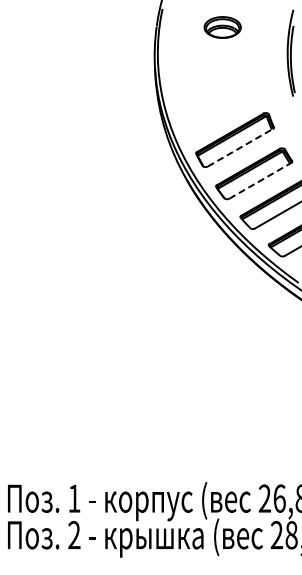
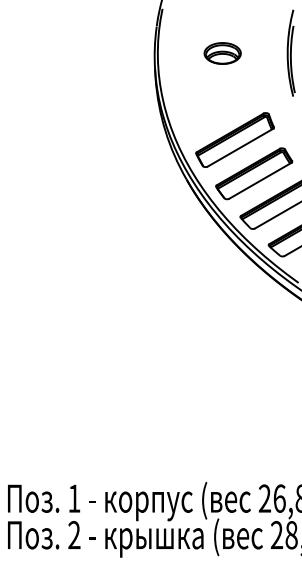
part at (222, 27) position: (222, 27) -> (222, 53)
line at (240, 147): dashed -> solid
line at (260, 180): dashed -> solid
